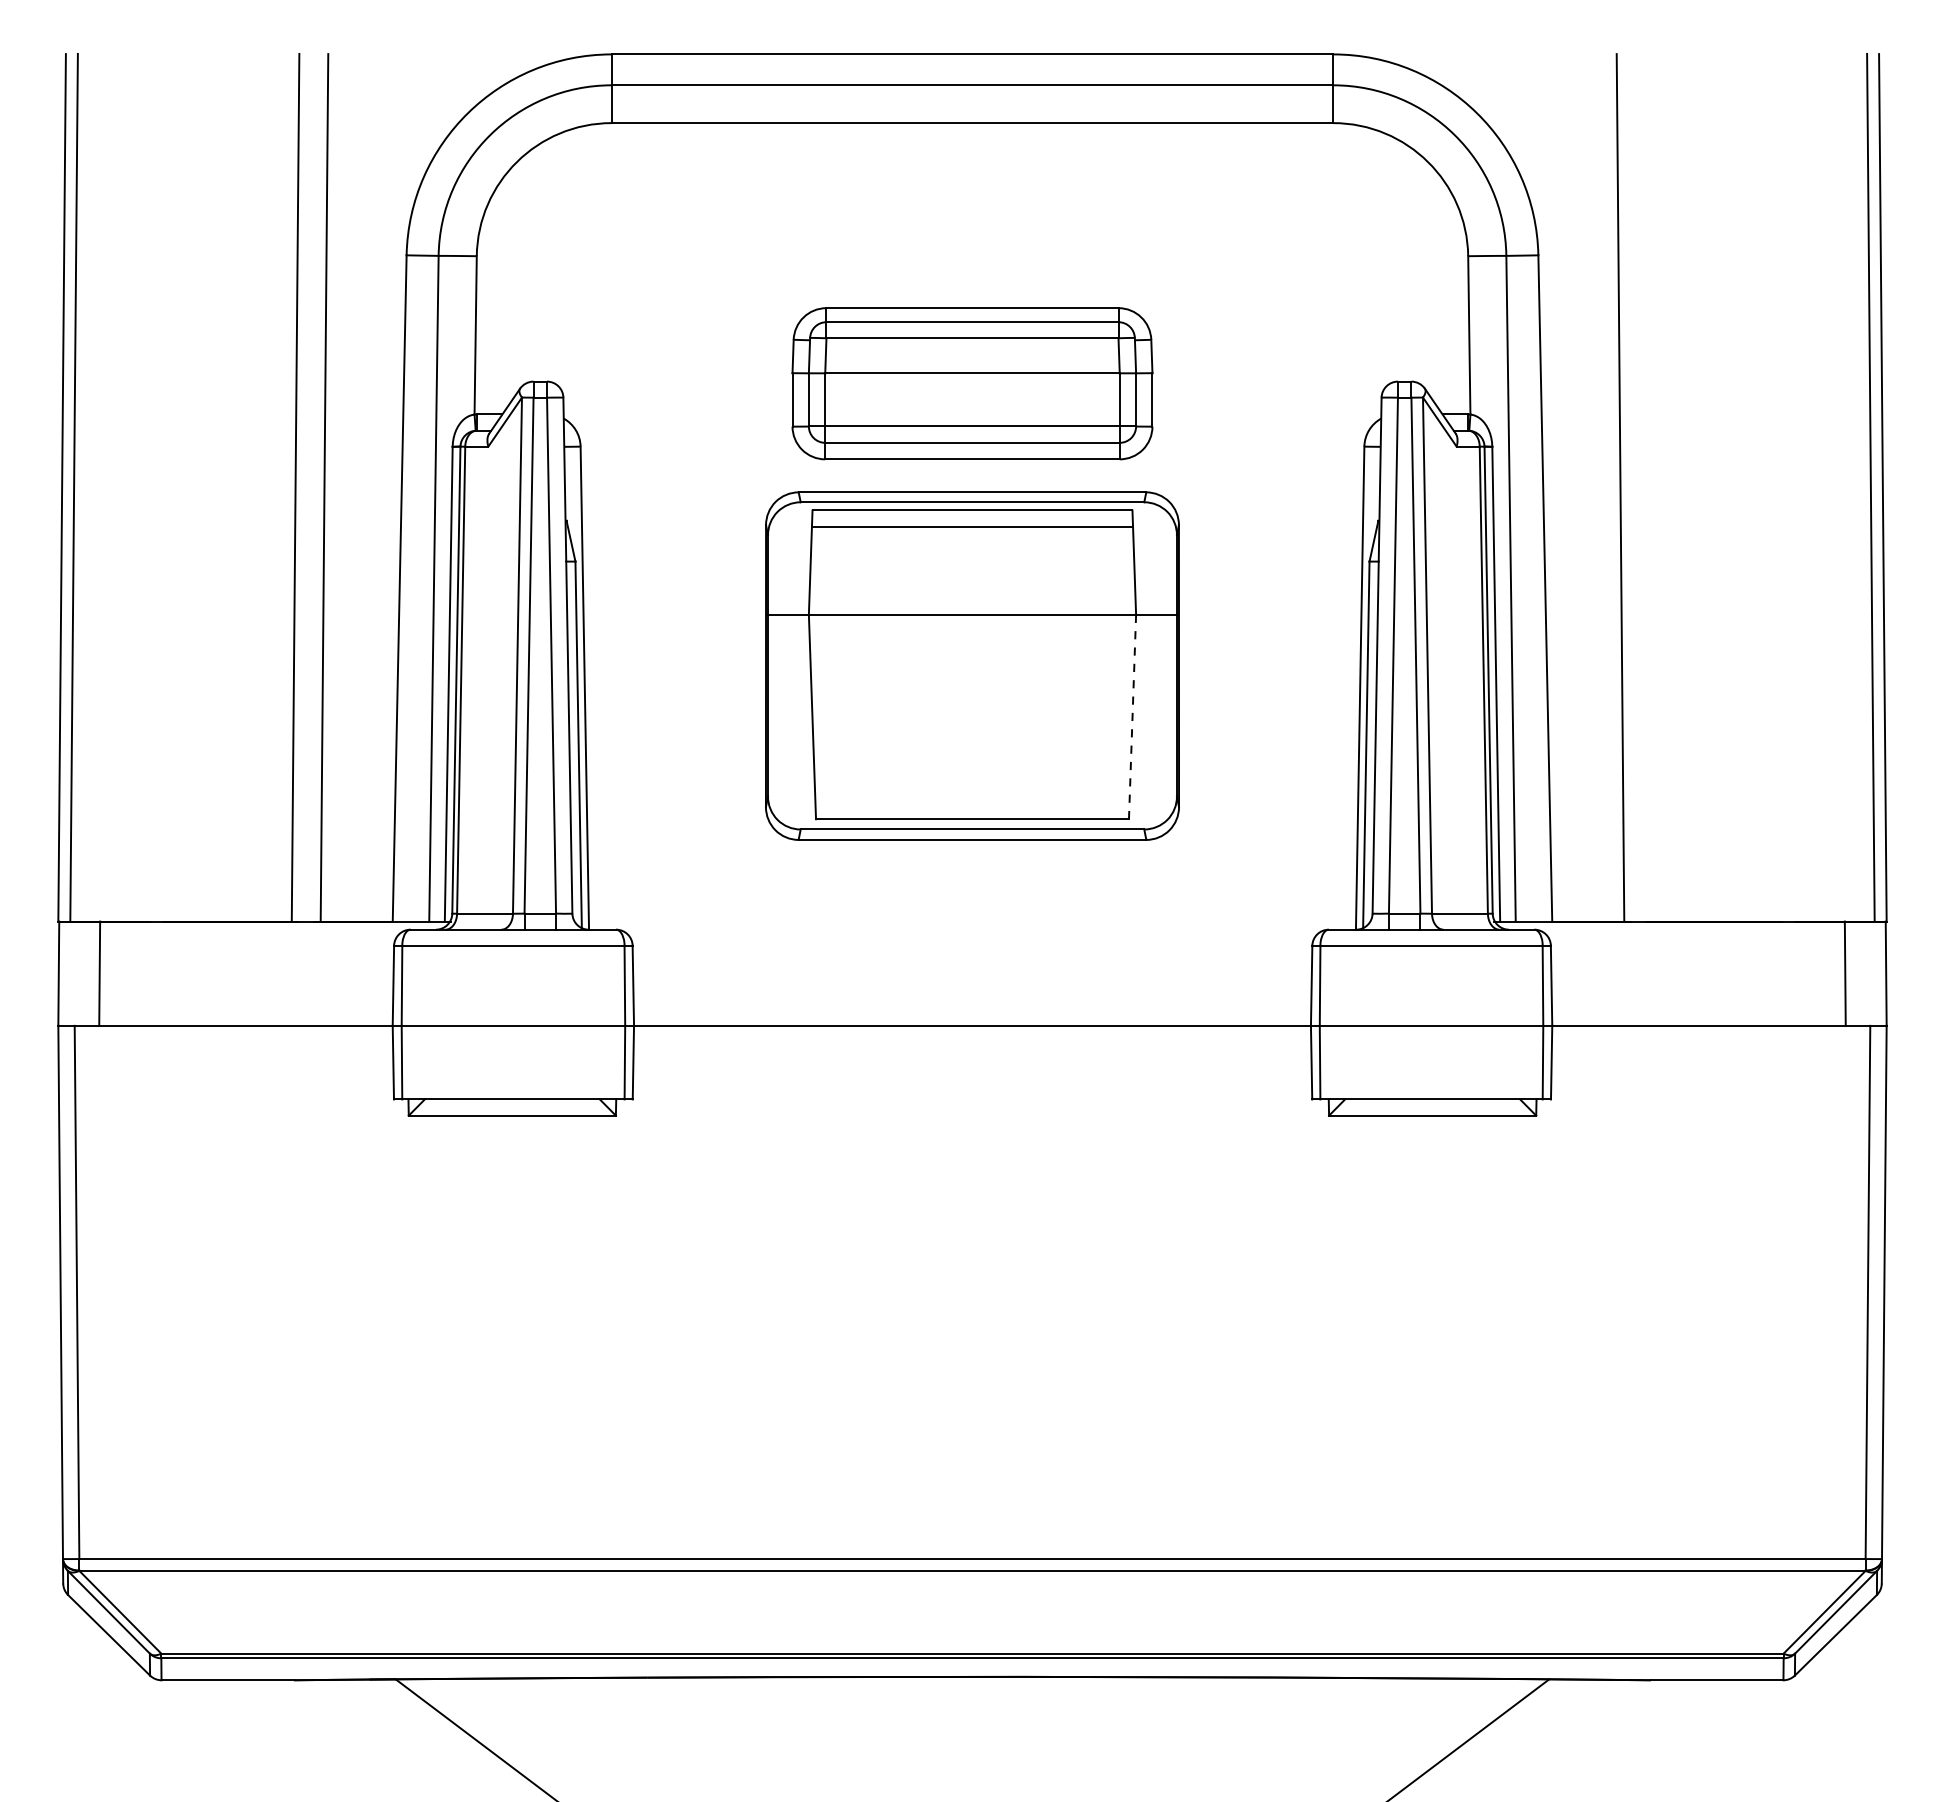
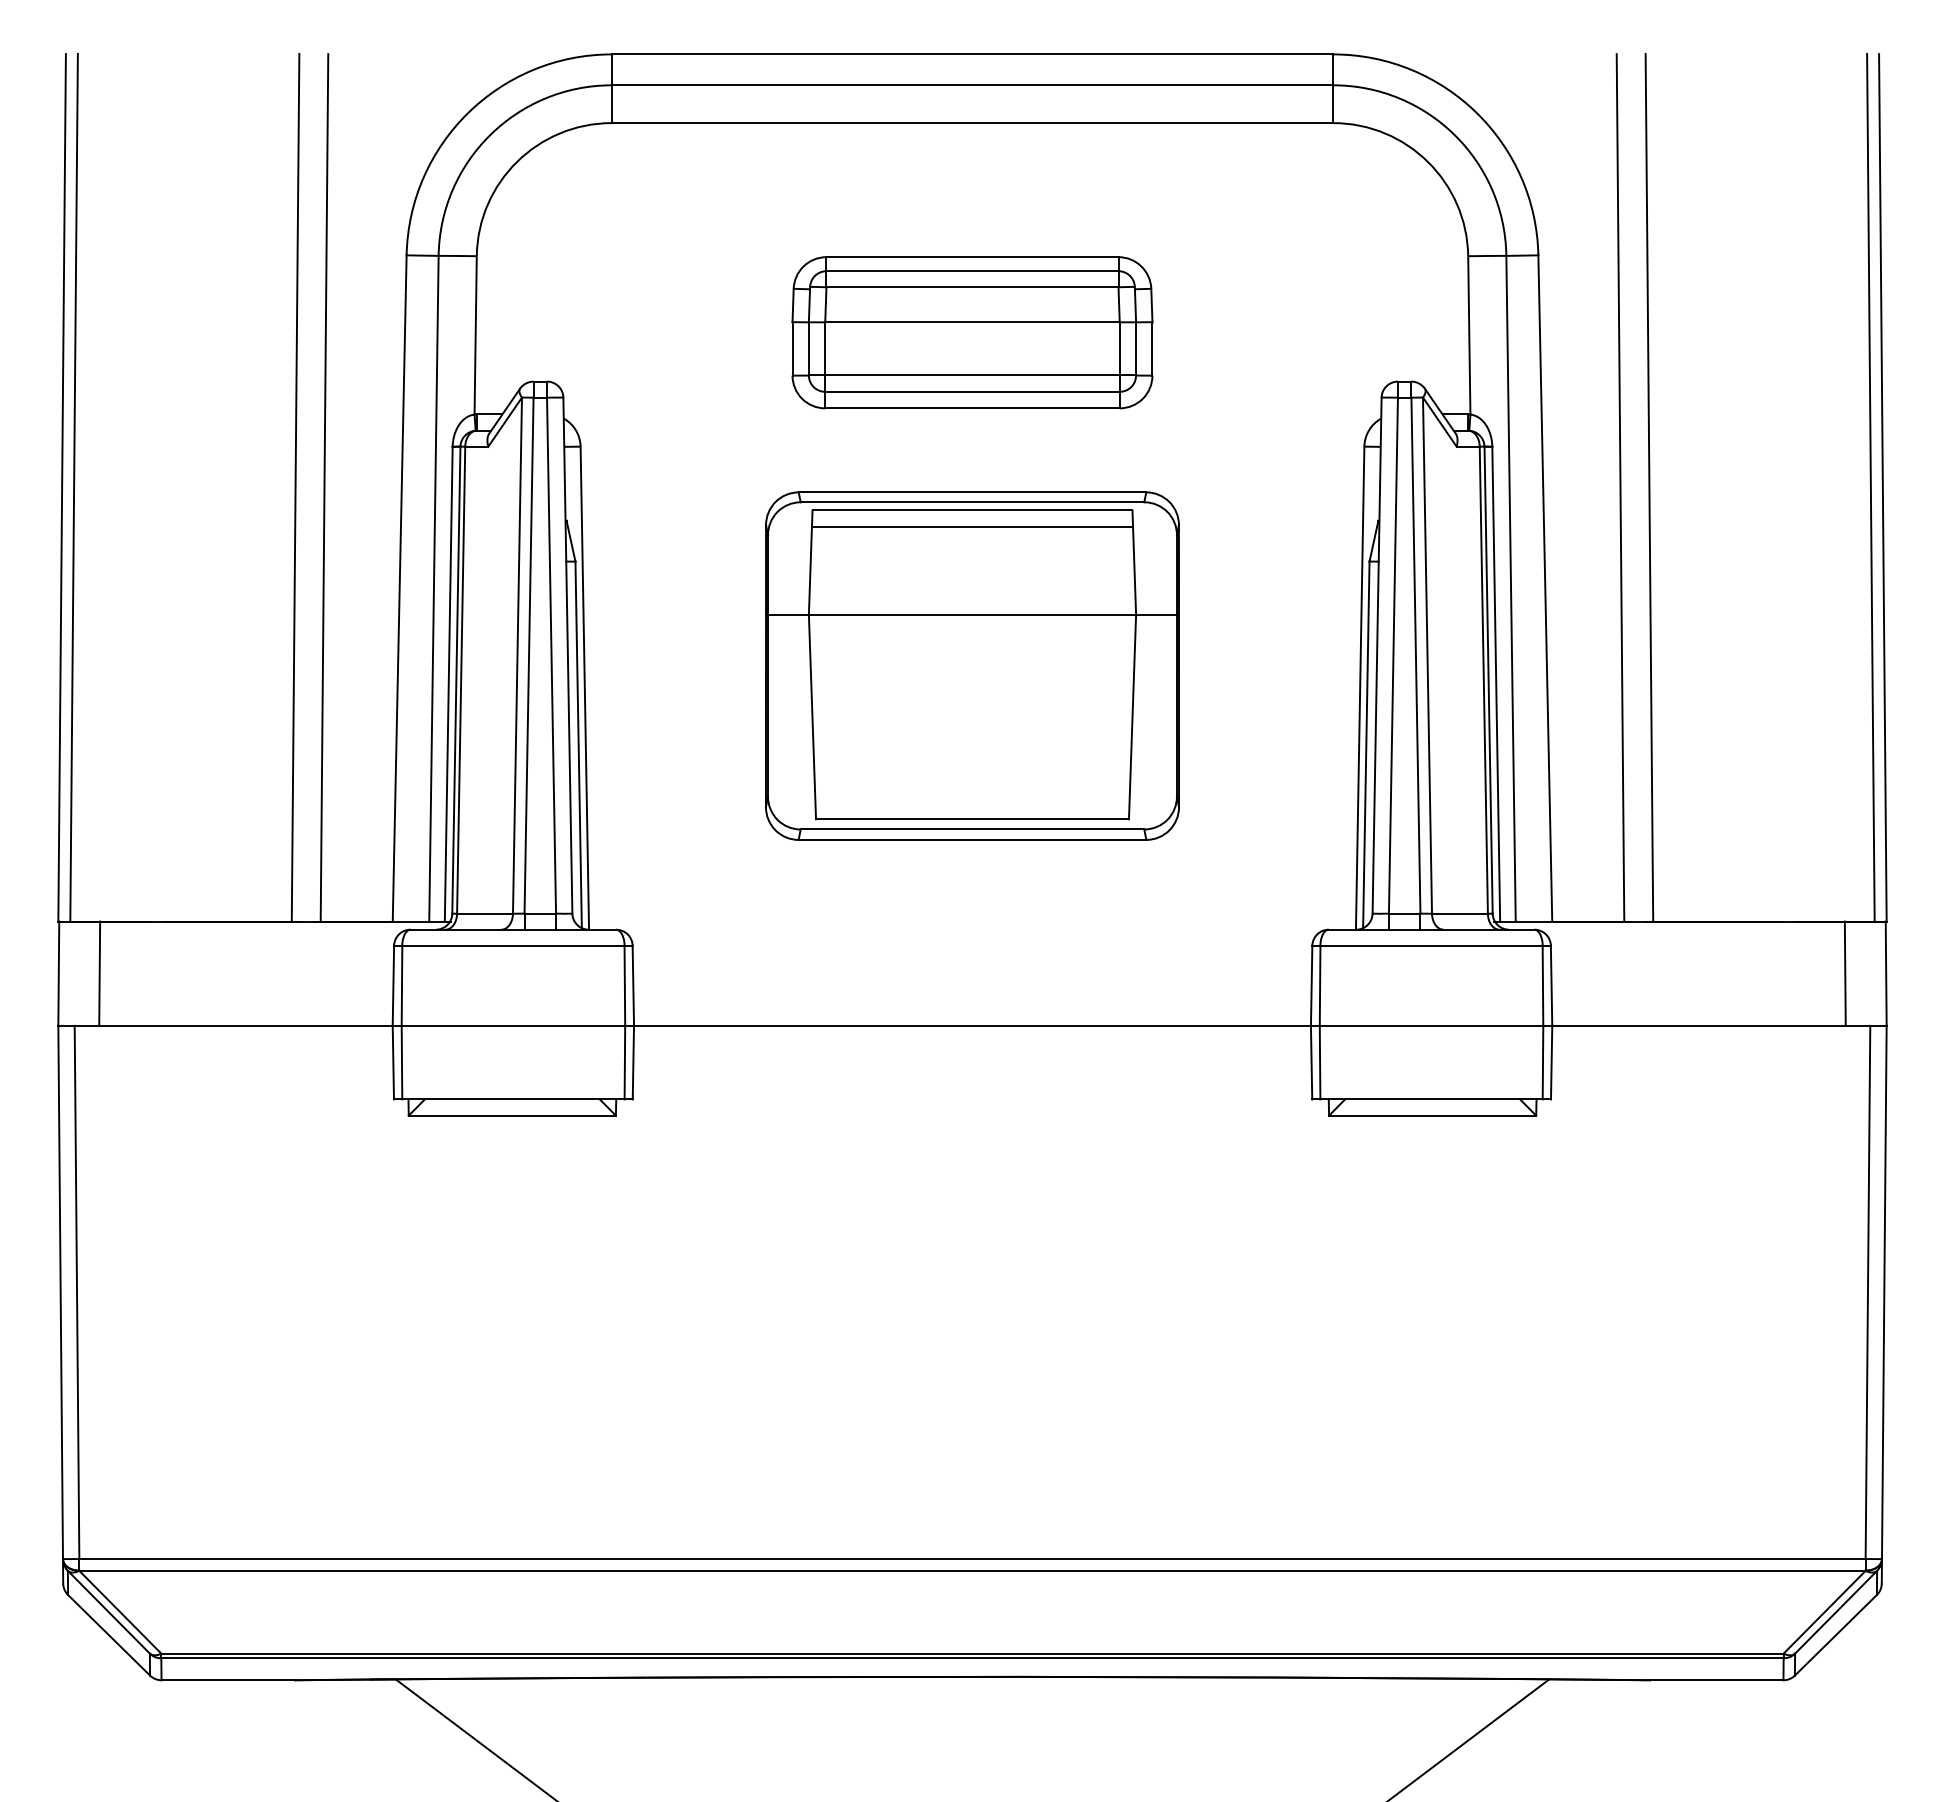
part at (972, 383) position: (972, 383) -> (972, 332)
line at (1649, 487): none -> present
line at (1132, 717): dashed -> solid
